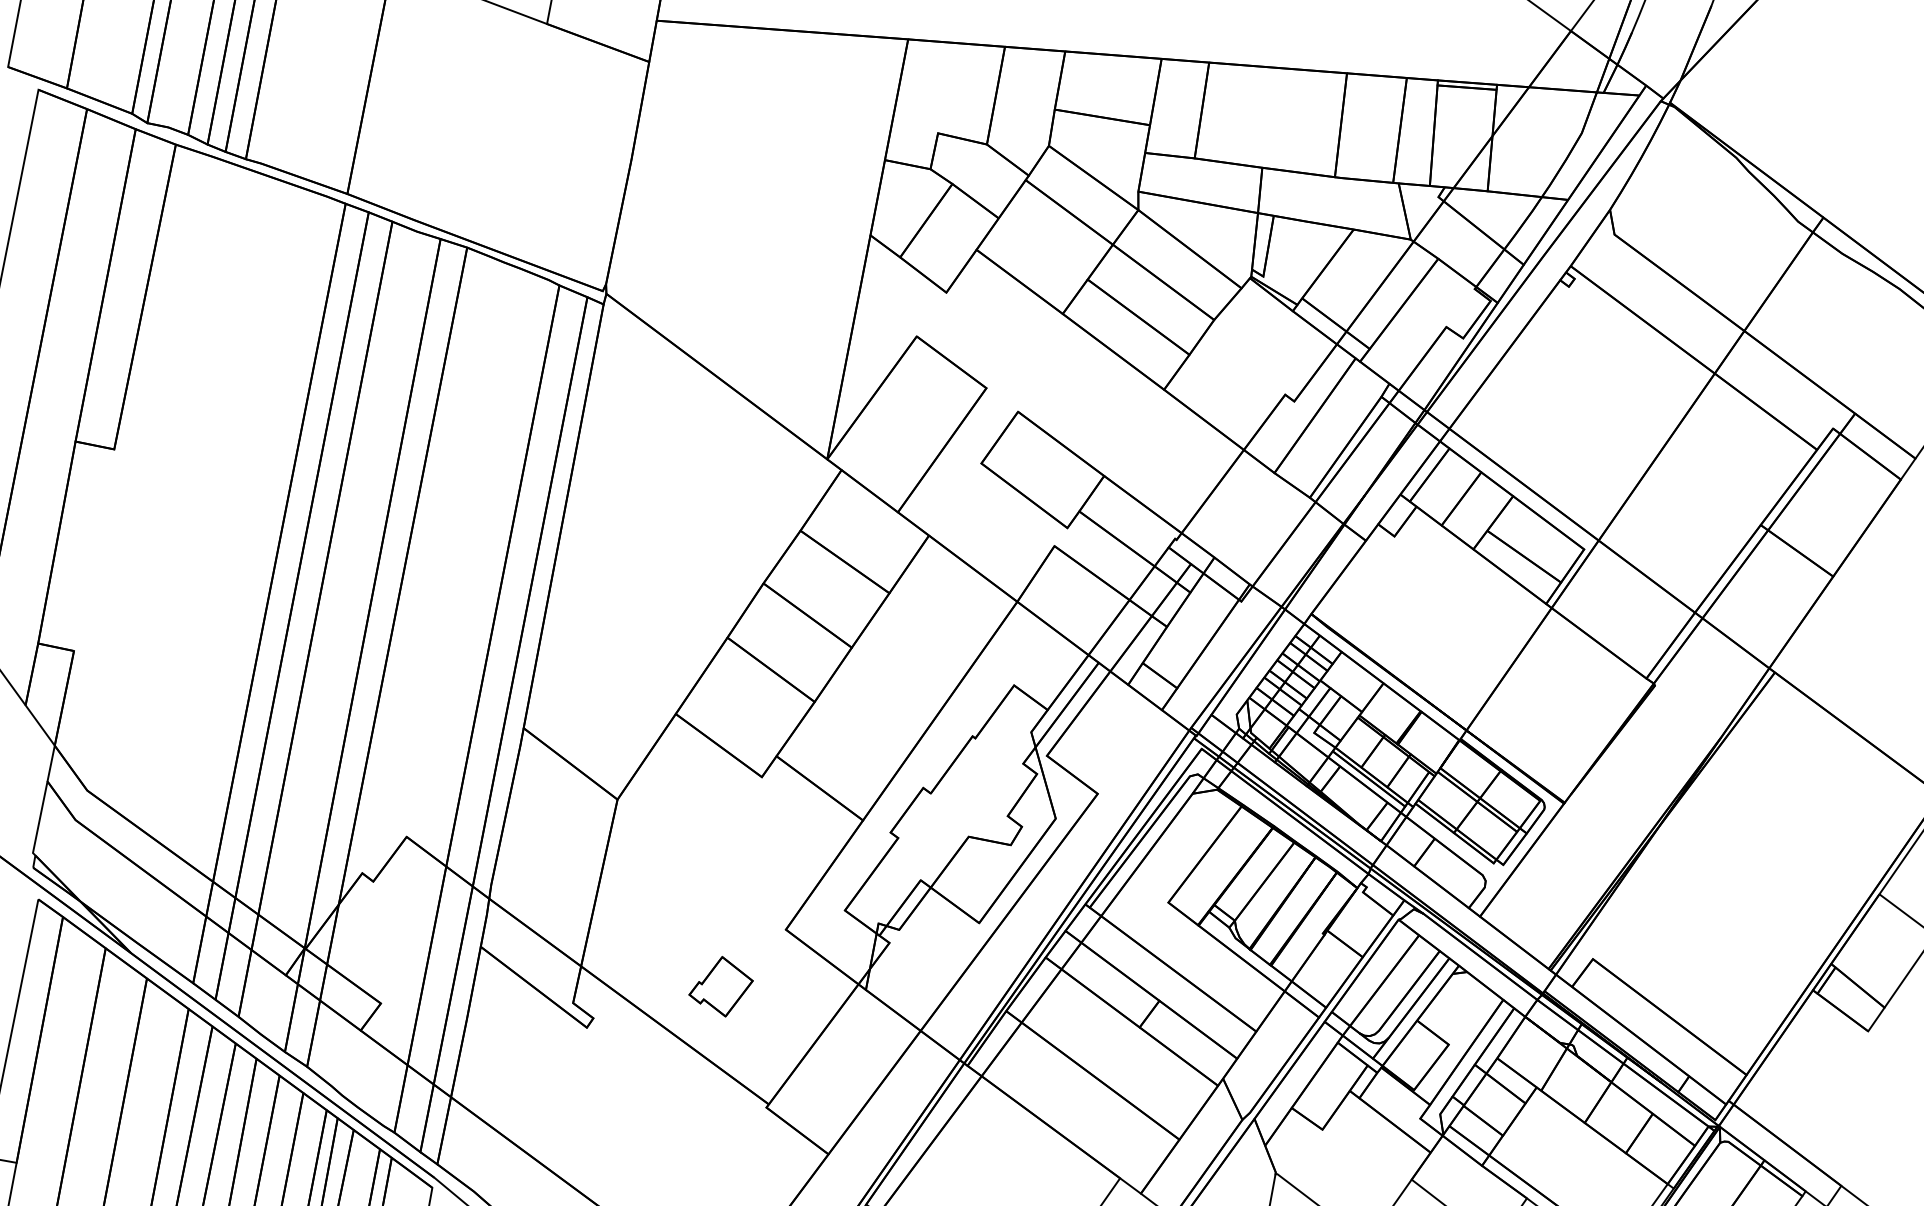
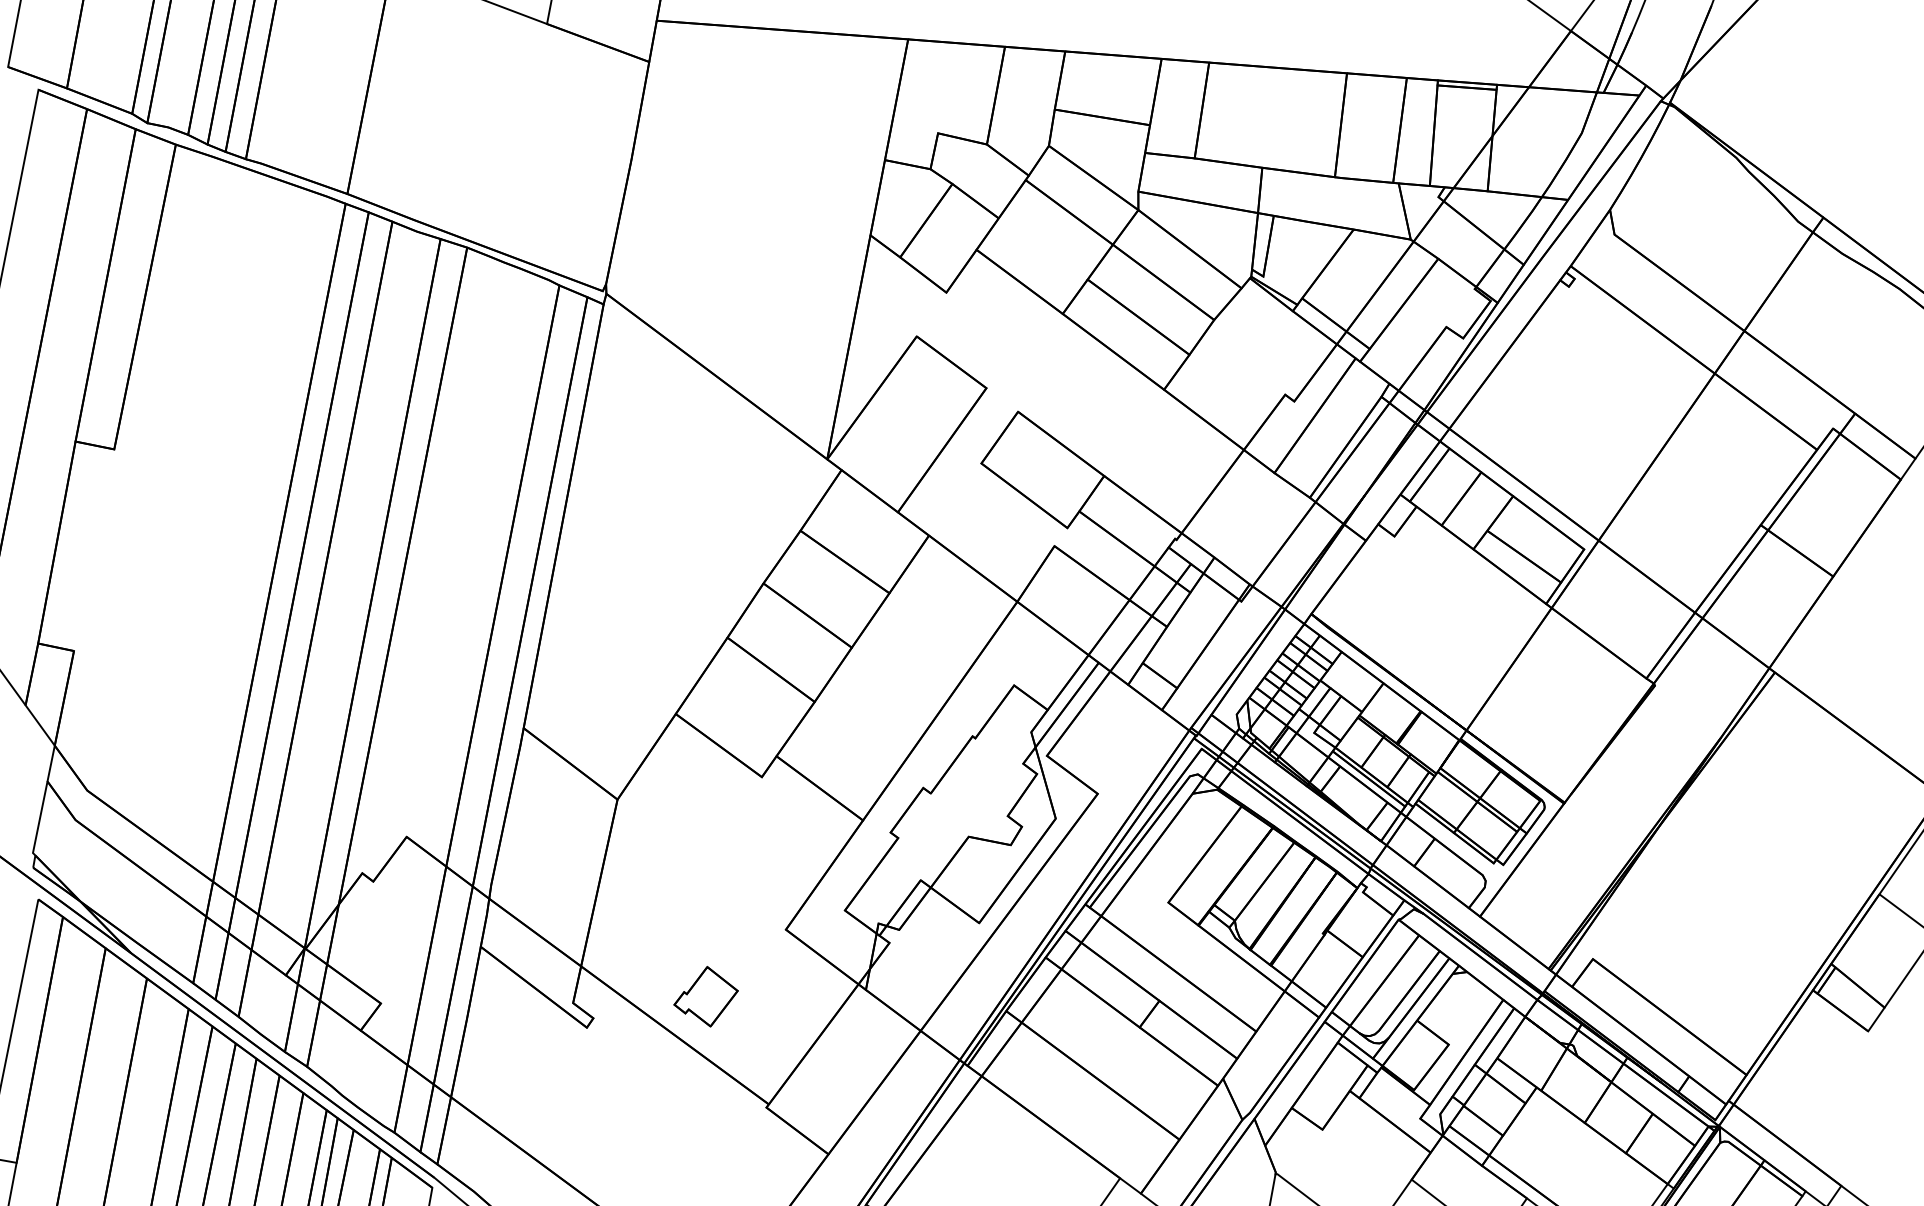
part at (720, 986) position: (720, 986) -> (705, 996)
